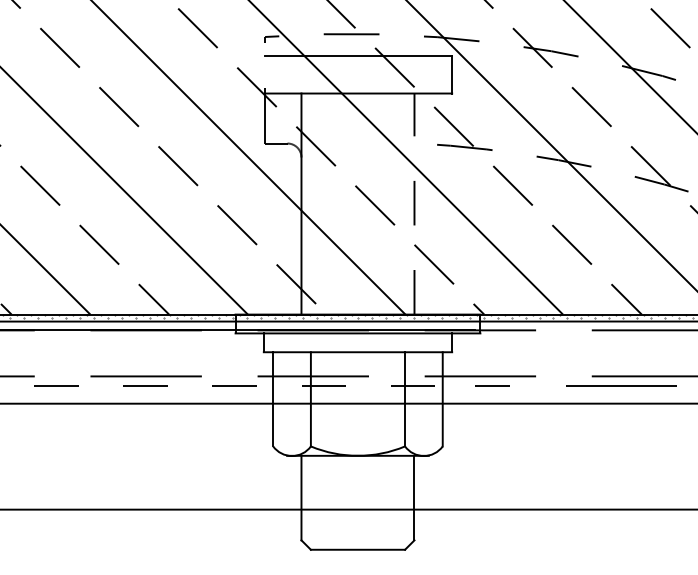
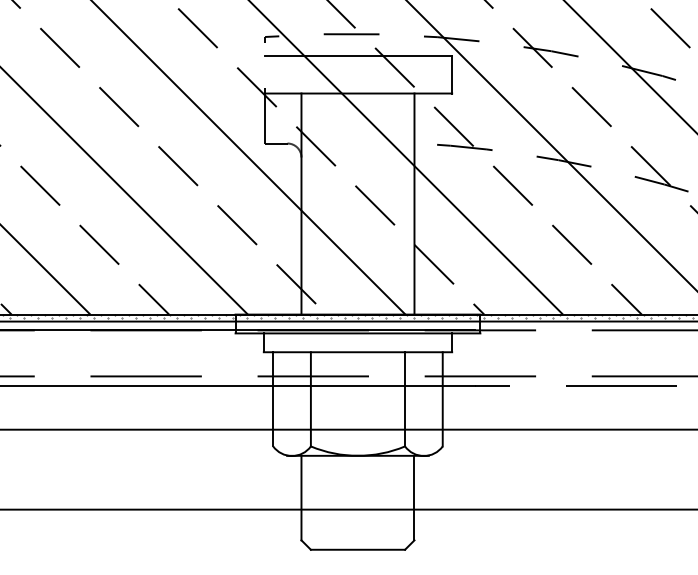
line at (414, 204): dashed -> solid
line at (237, 386): dashed -> solid
line at (348, 403) position: (348, 403) -> (348, 429)
